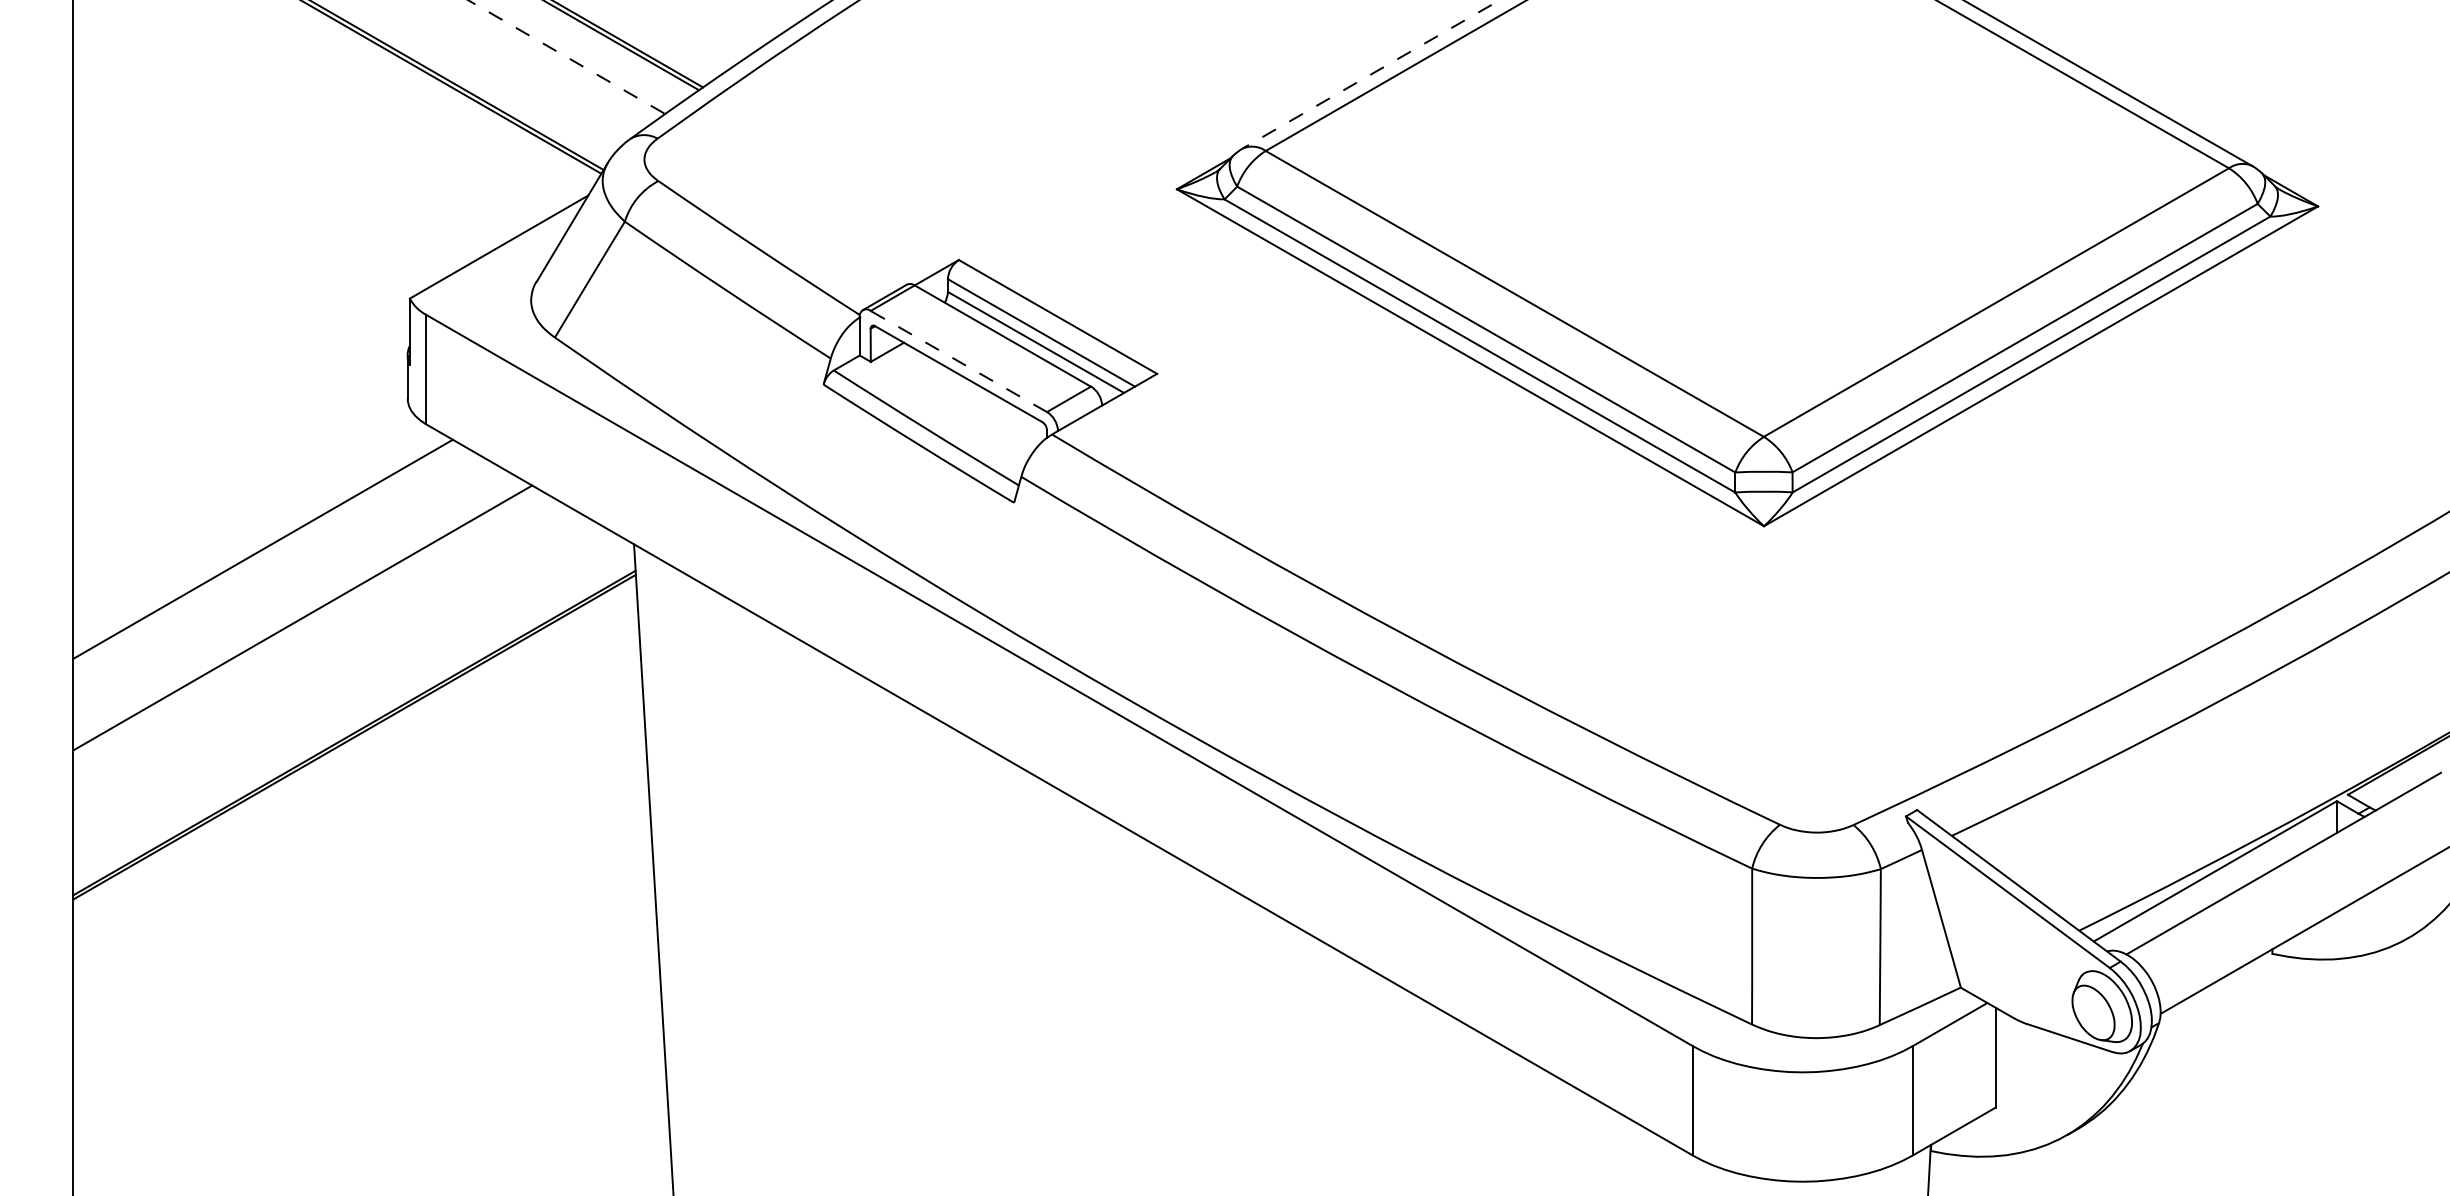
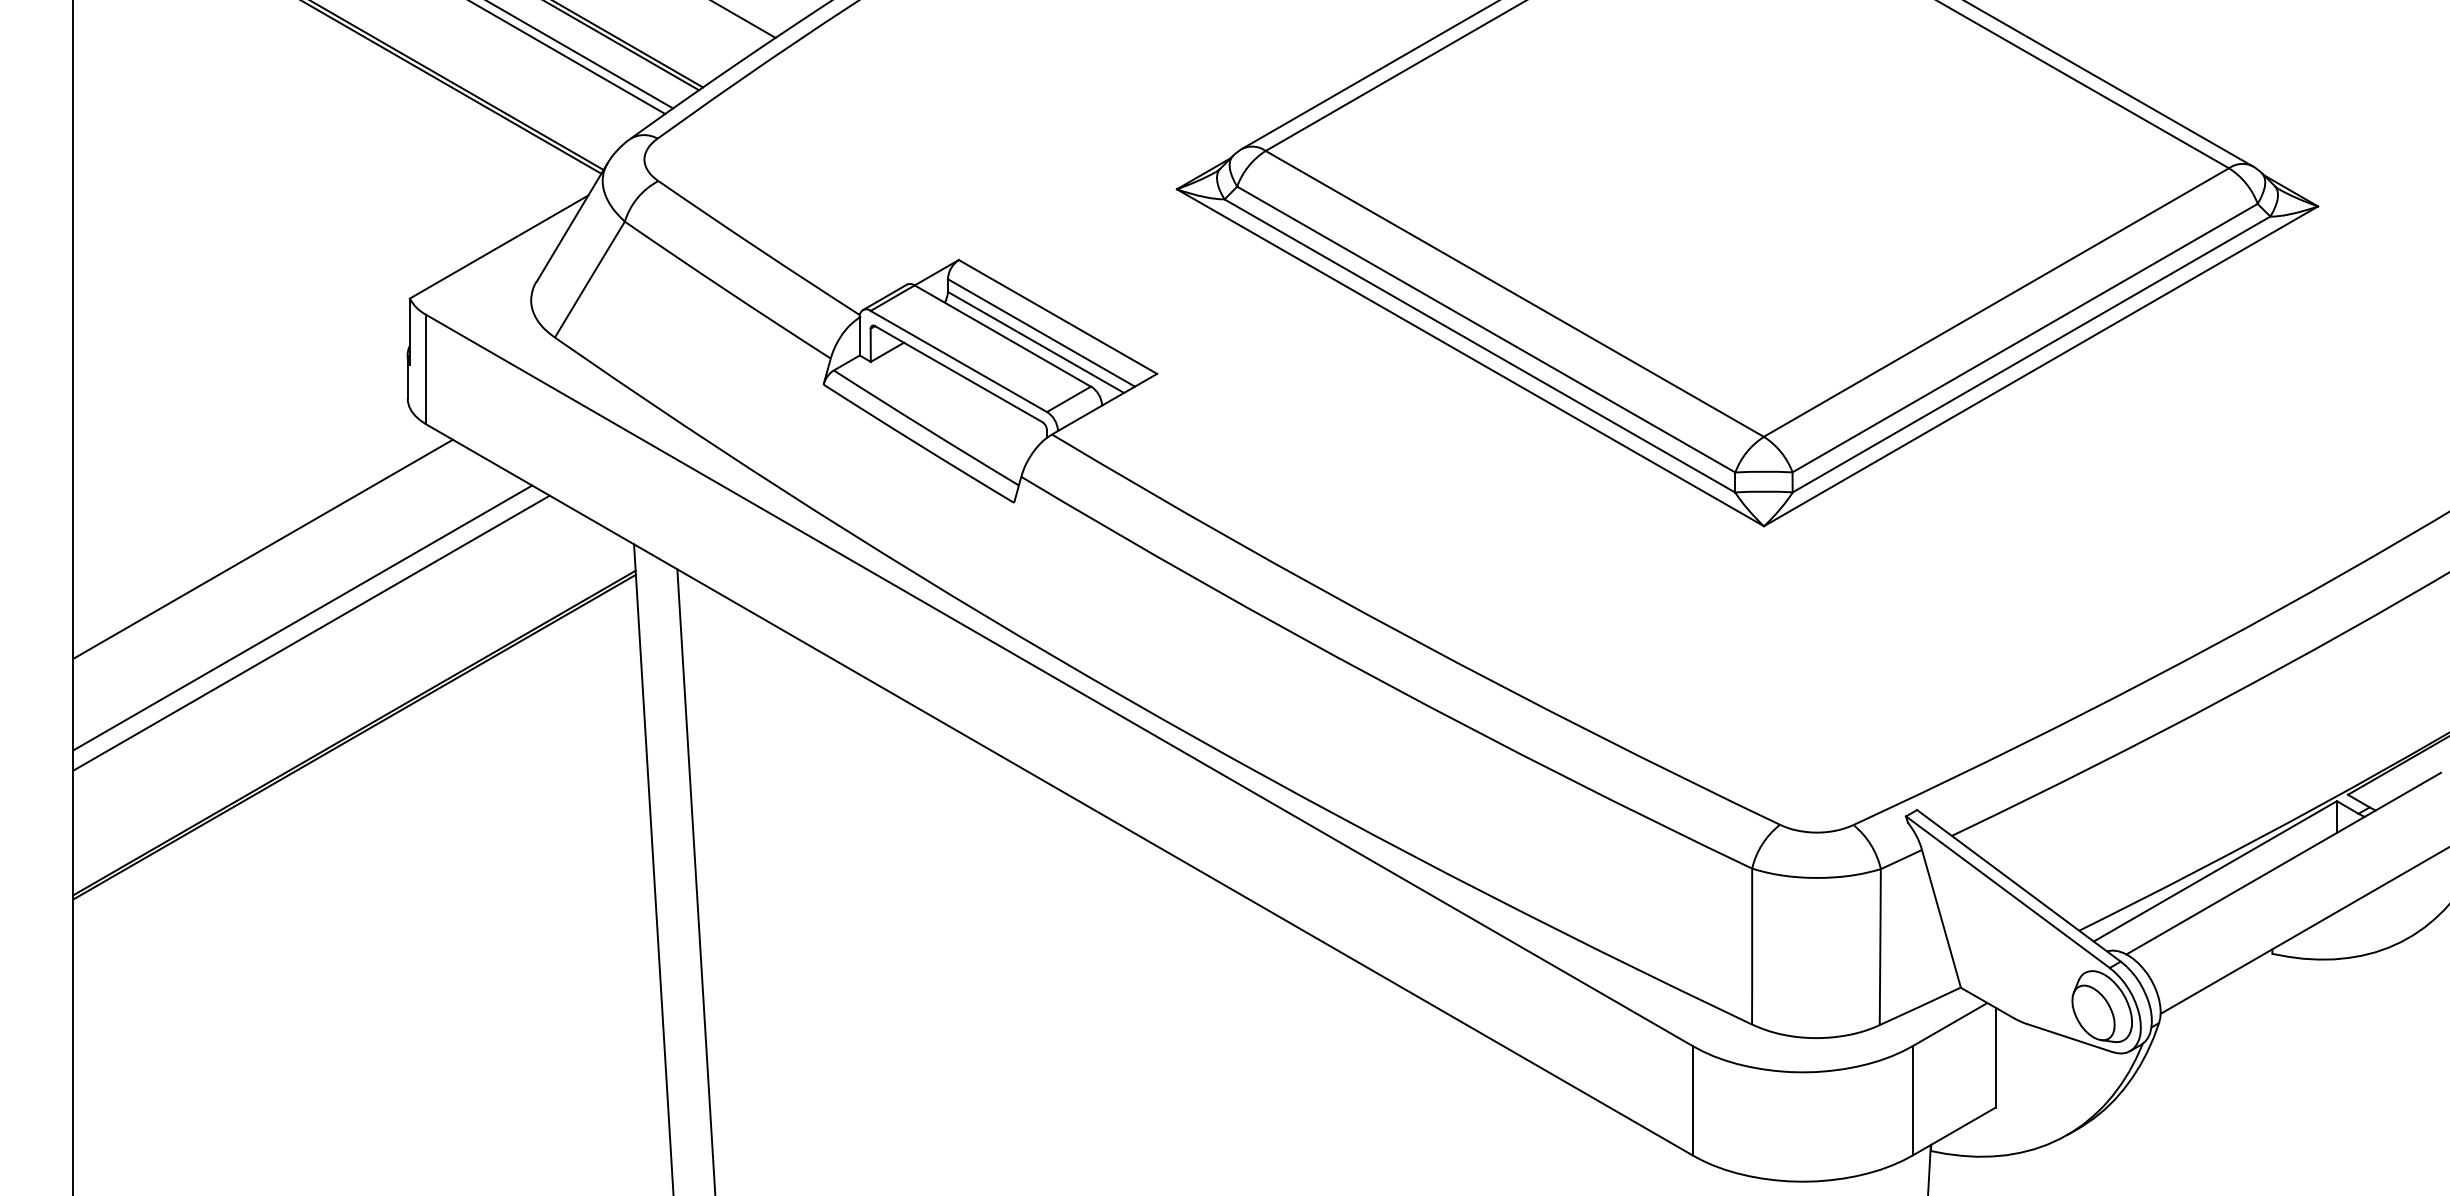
line at (744, 19): none -> present
line at (581, 55): none -> present
line at (566, 57): dashed -> solid
line at (1370, 74): dashed -> solid
line at (958, 361): dashed -> solid
line at (311, 632): none -> present
line at (696, 880): none -> present
